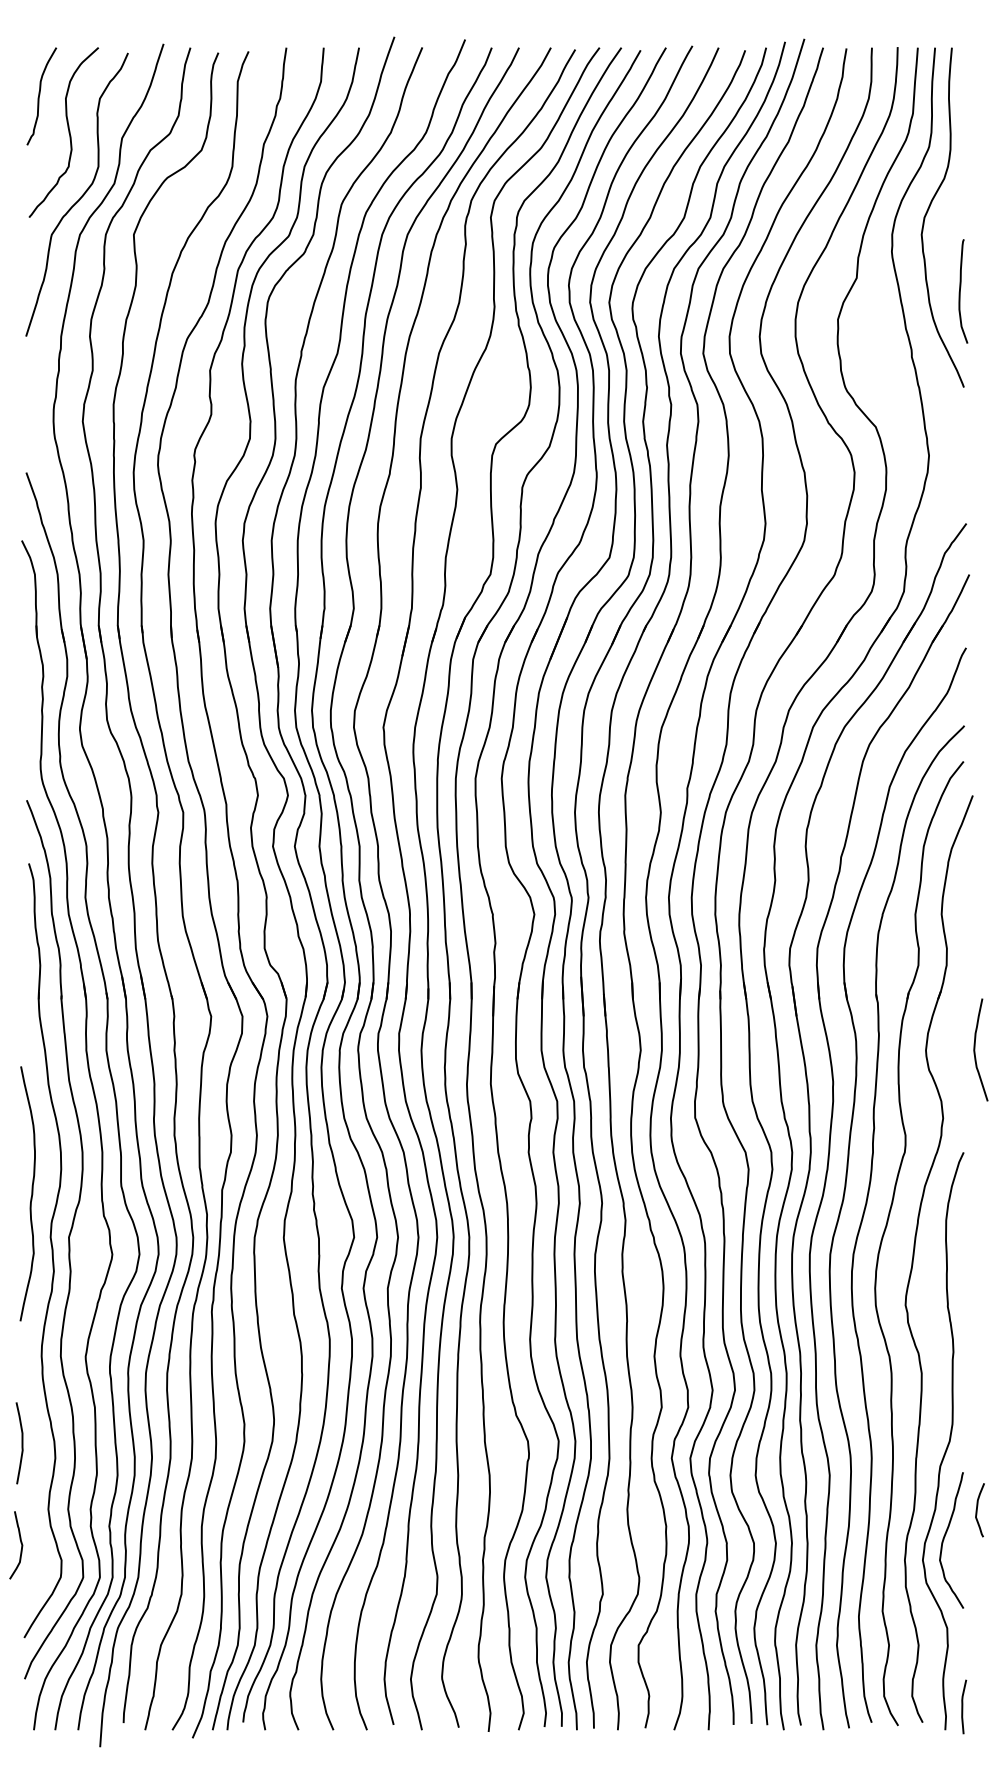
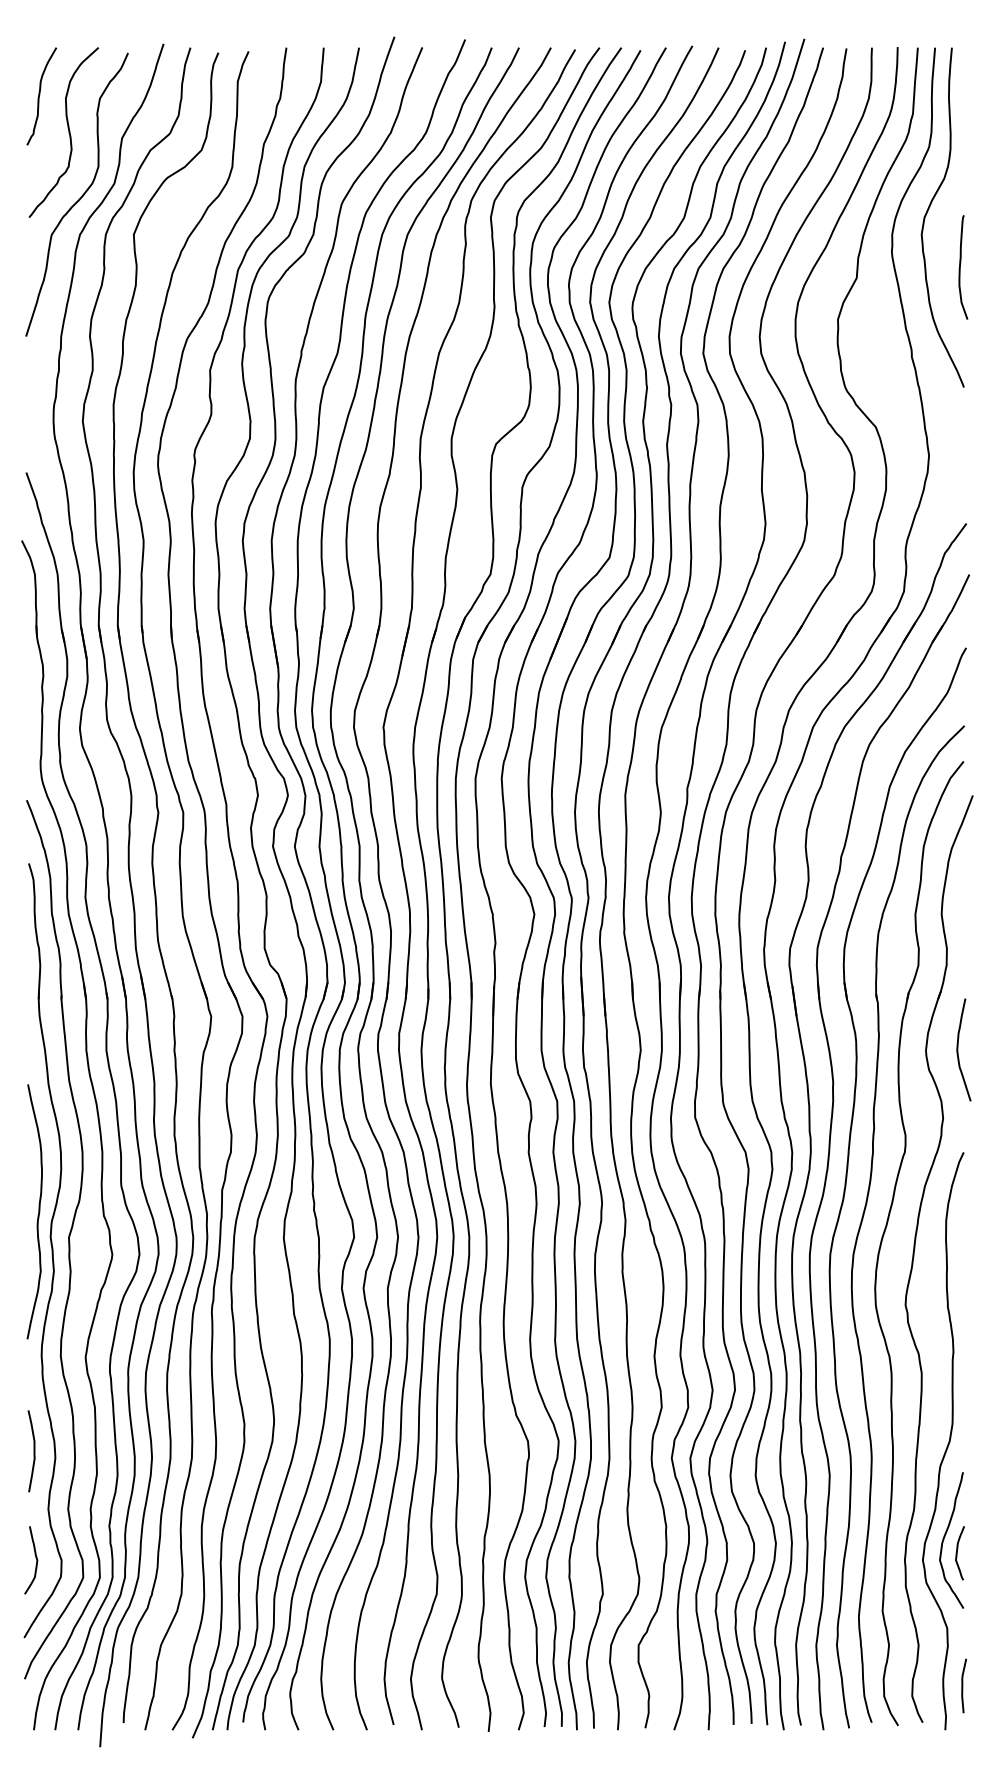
curve at (960, 291) position: (960, 291) -> (960, 267)
curve at (975, 1049) position: (975, 1049) -> (958, 1049)
curve at (31, 1193) position: (31, 1193) -> (38, 1211)
curve at (21, 1443) position: (21, 1443) -> (33, 1451)
curve at (977, 1510) position: (977, 1510) -> (957, 1553)
curve at (20, 1543) position: (20, 1543) -> (35, 1558)
curve at (963, 1706) position: (963, 1706) -> (963, 1685)
